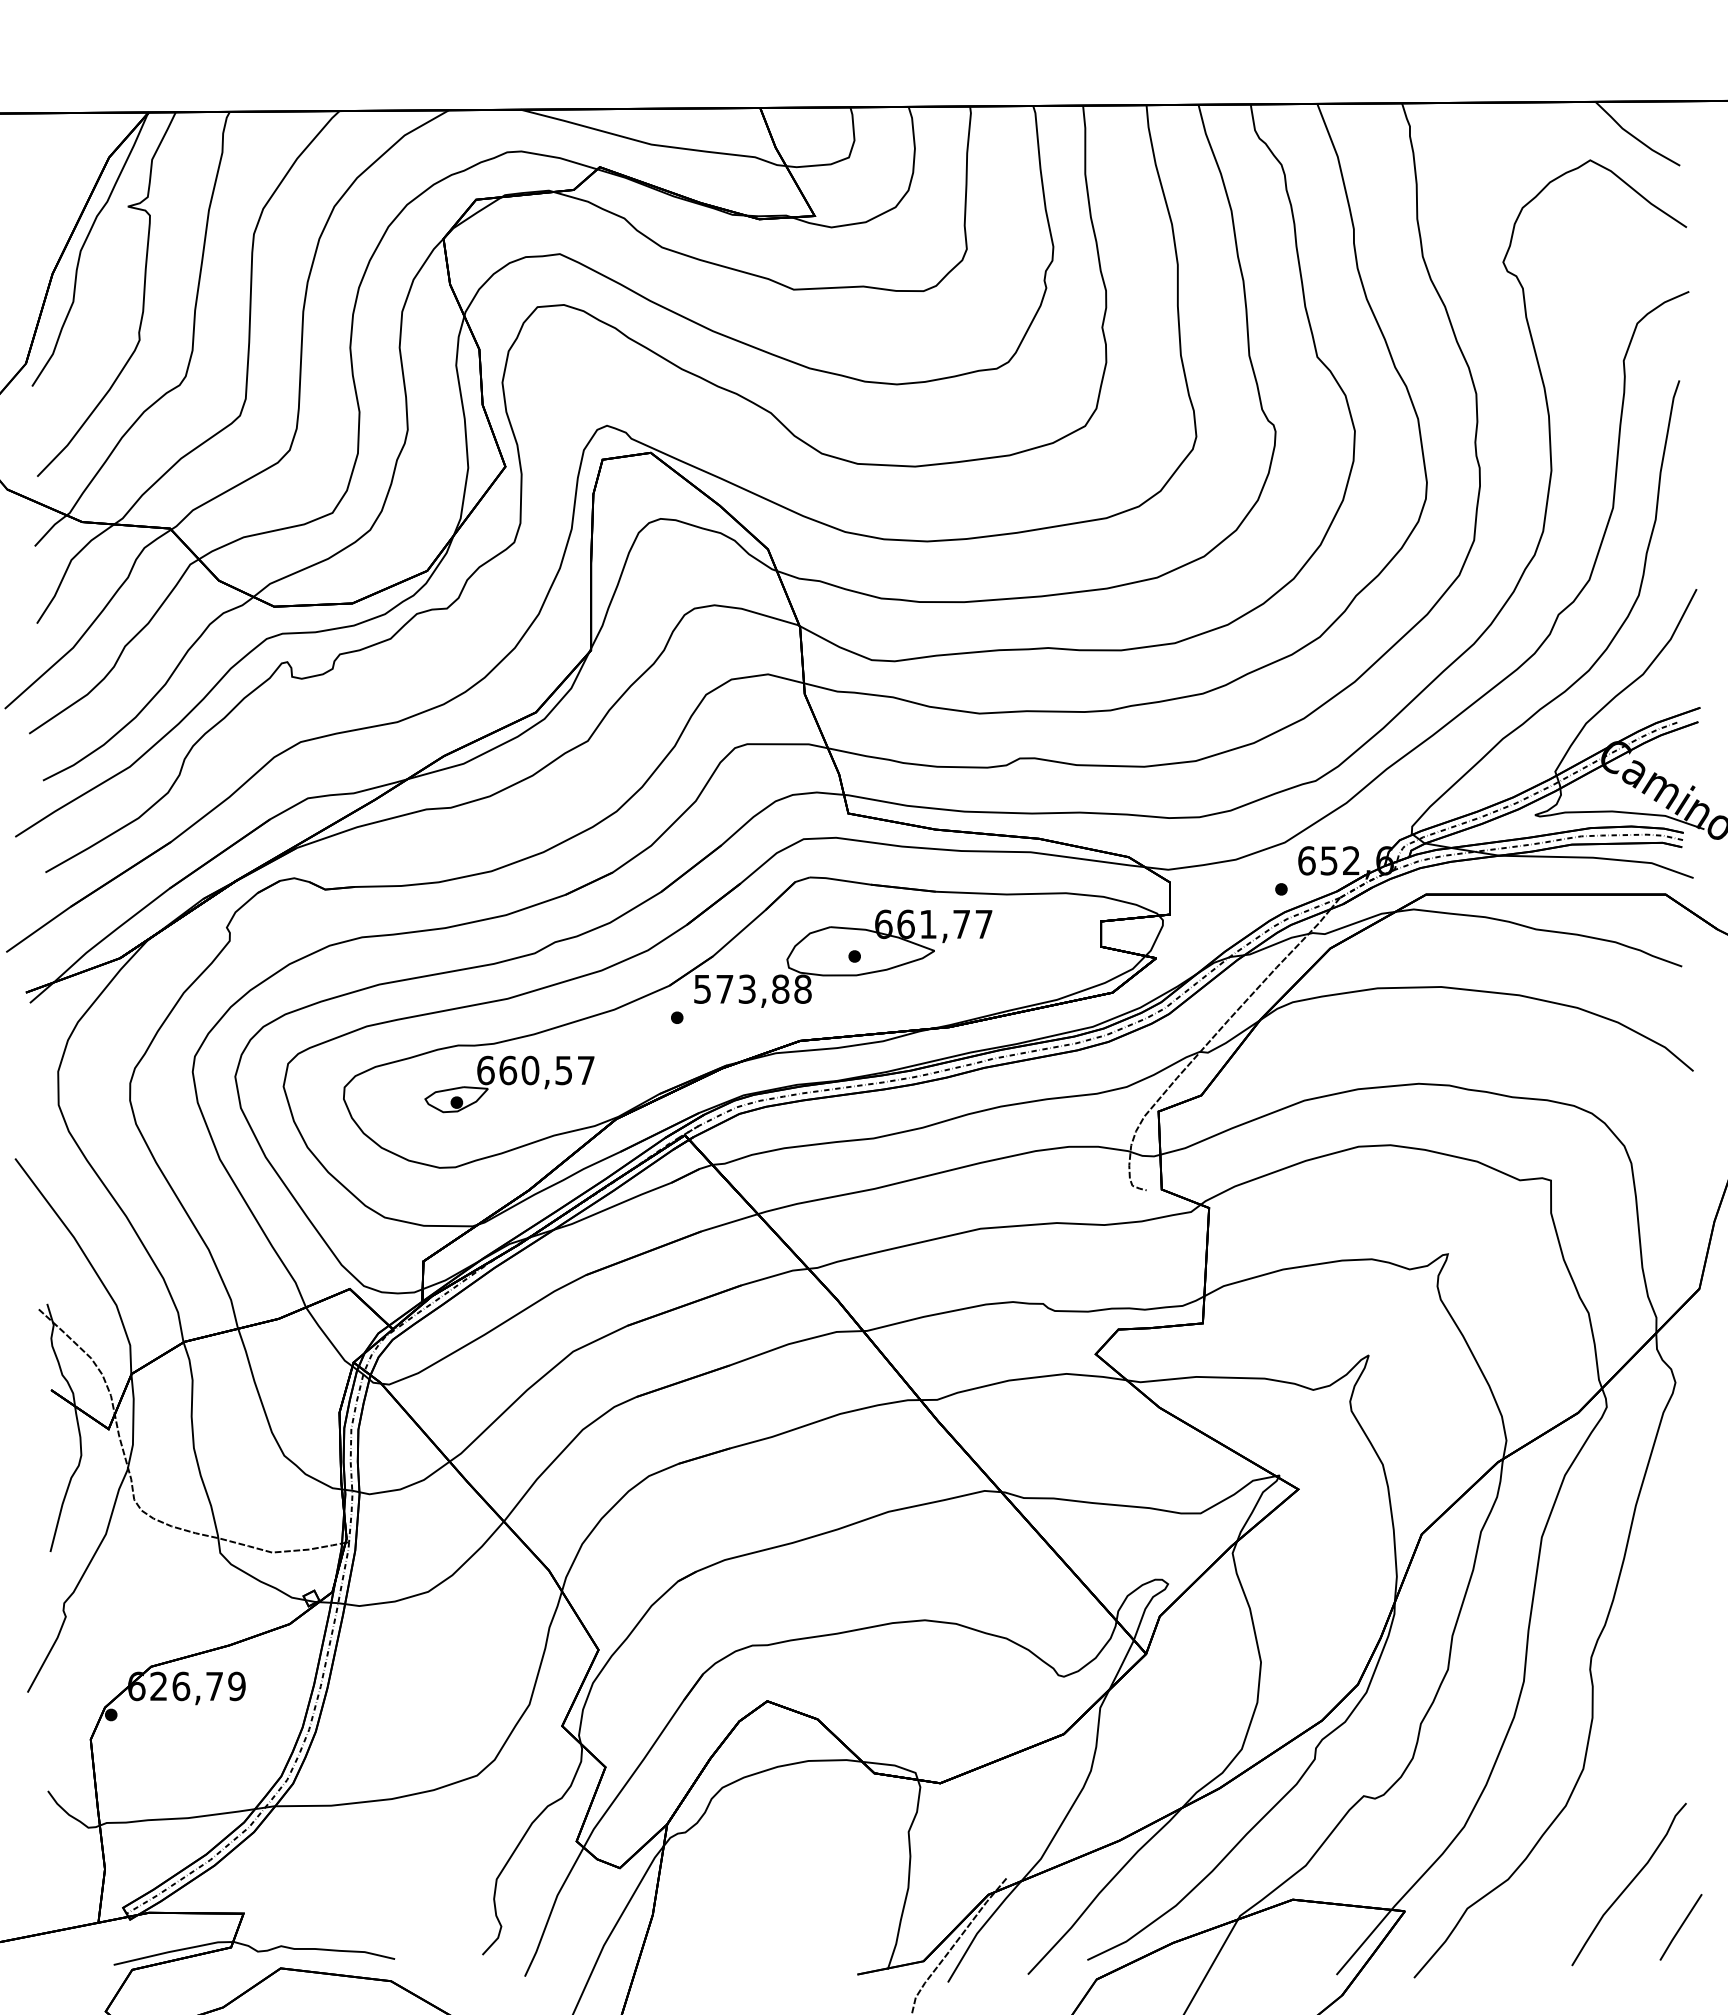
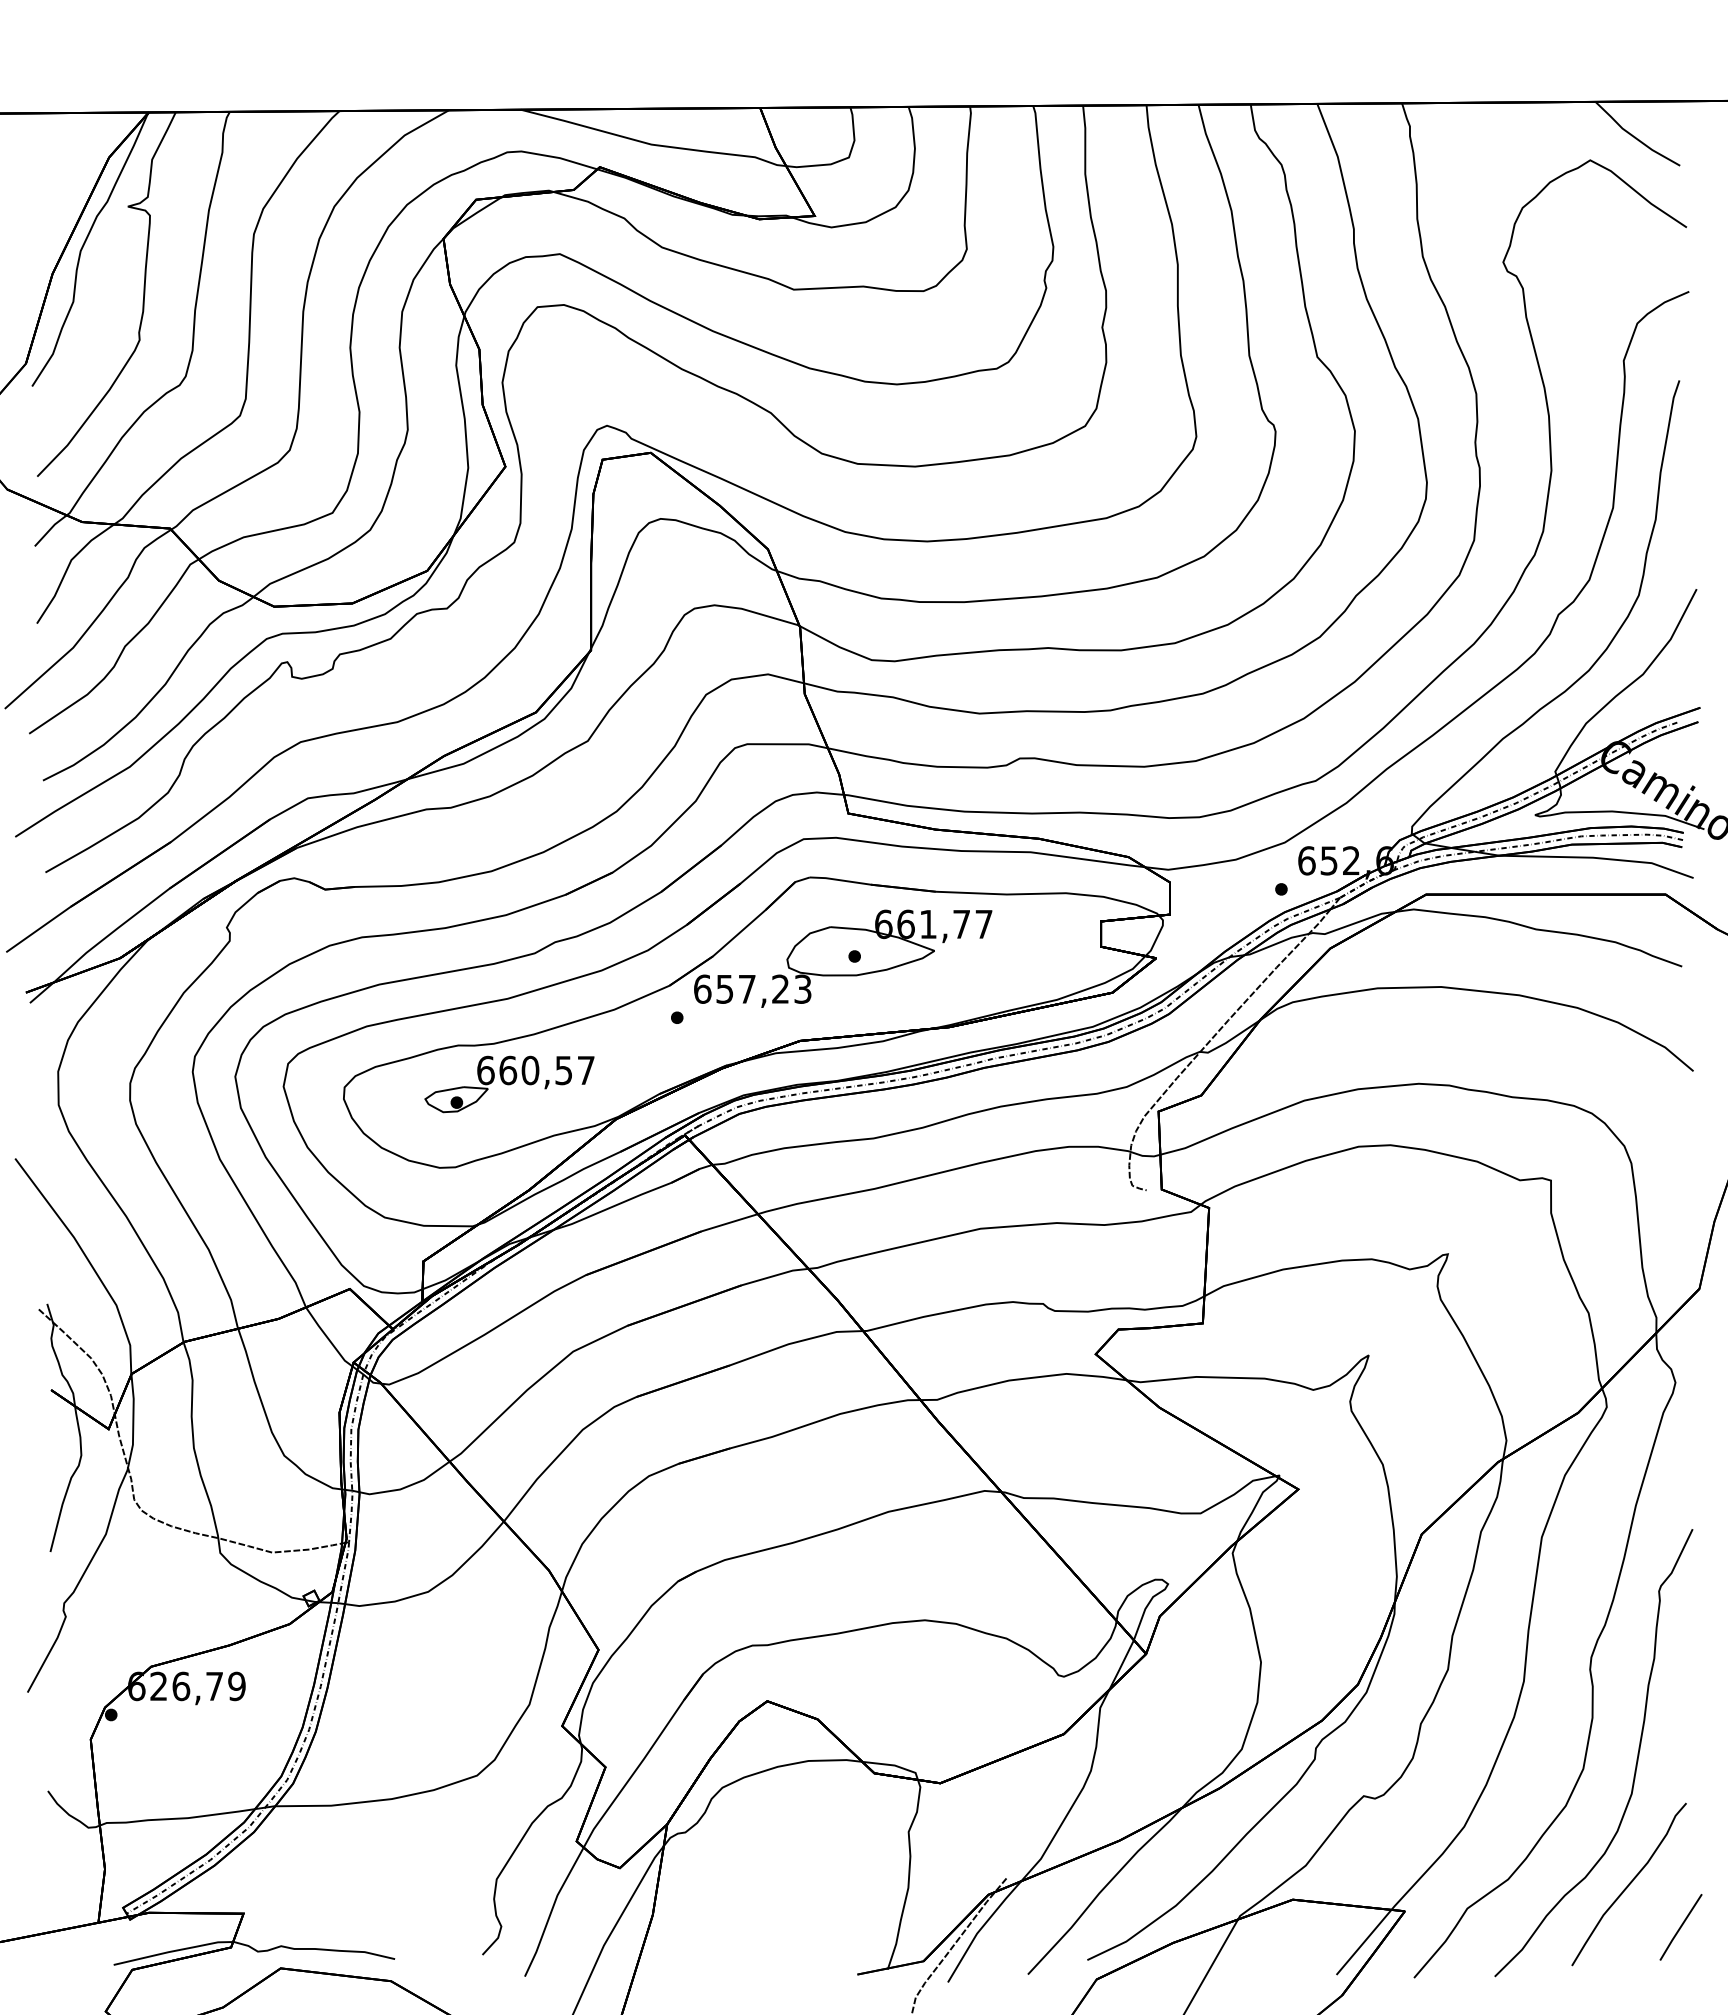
text at (752, 988): 573,88 -> 657,23
curve at (1636, 1758): none -> present
